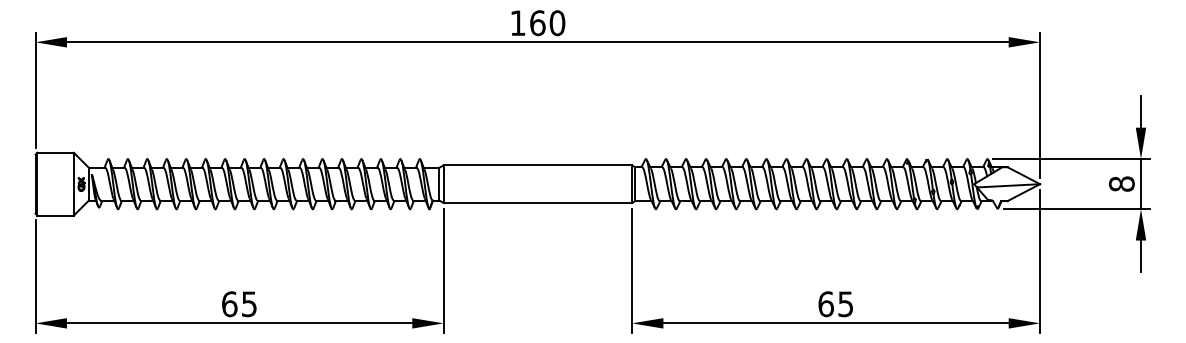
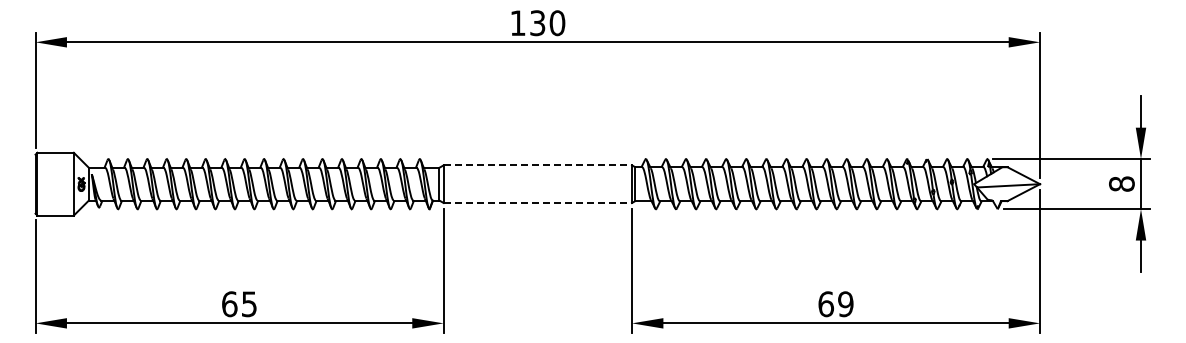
text at (537, 23): 160 -> 130
line at (538, 165): solid -> dashed
line at (538, 203): solid -> dashed
text at (845, 303): 65 -> 69
